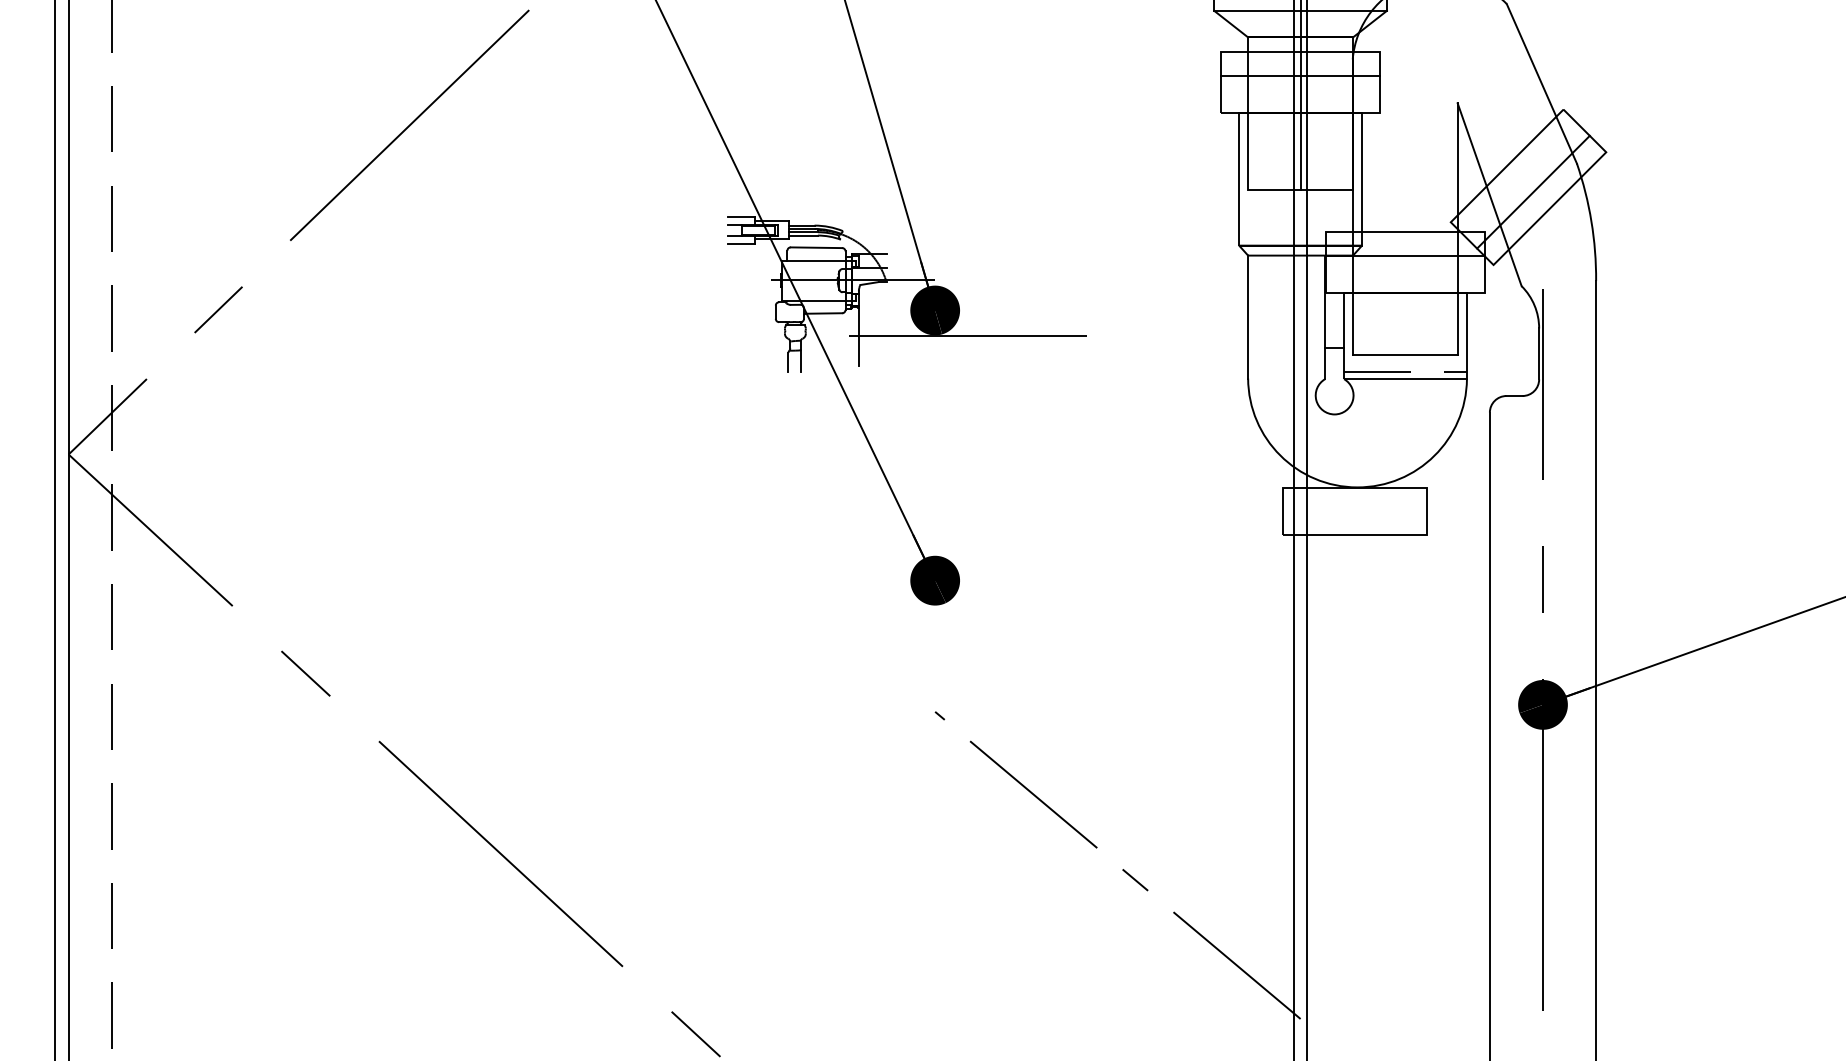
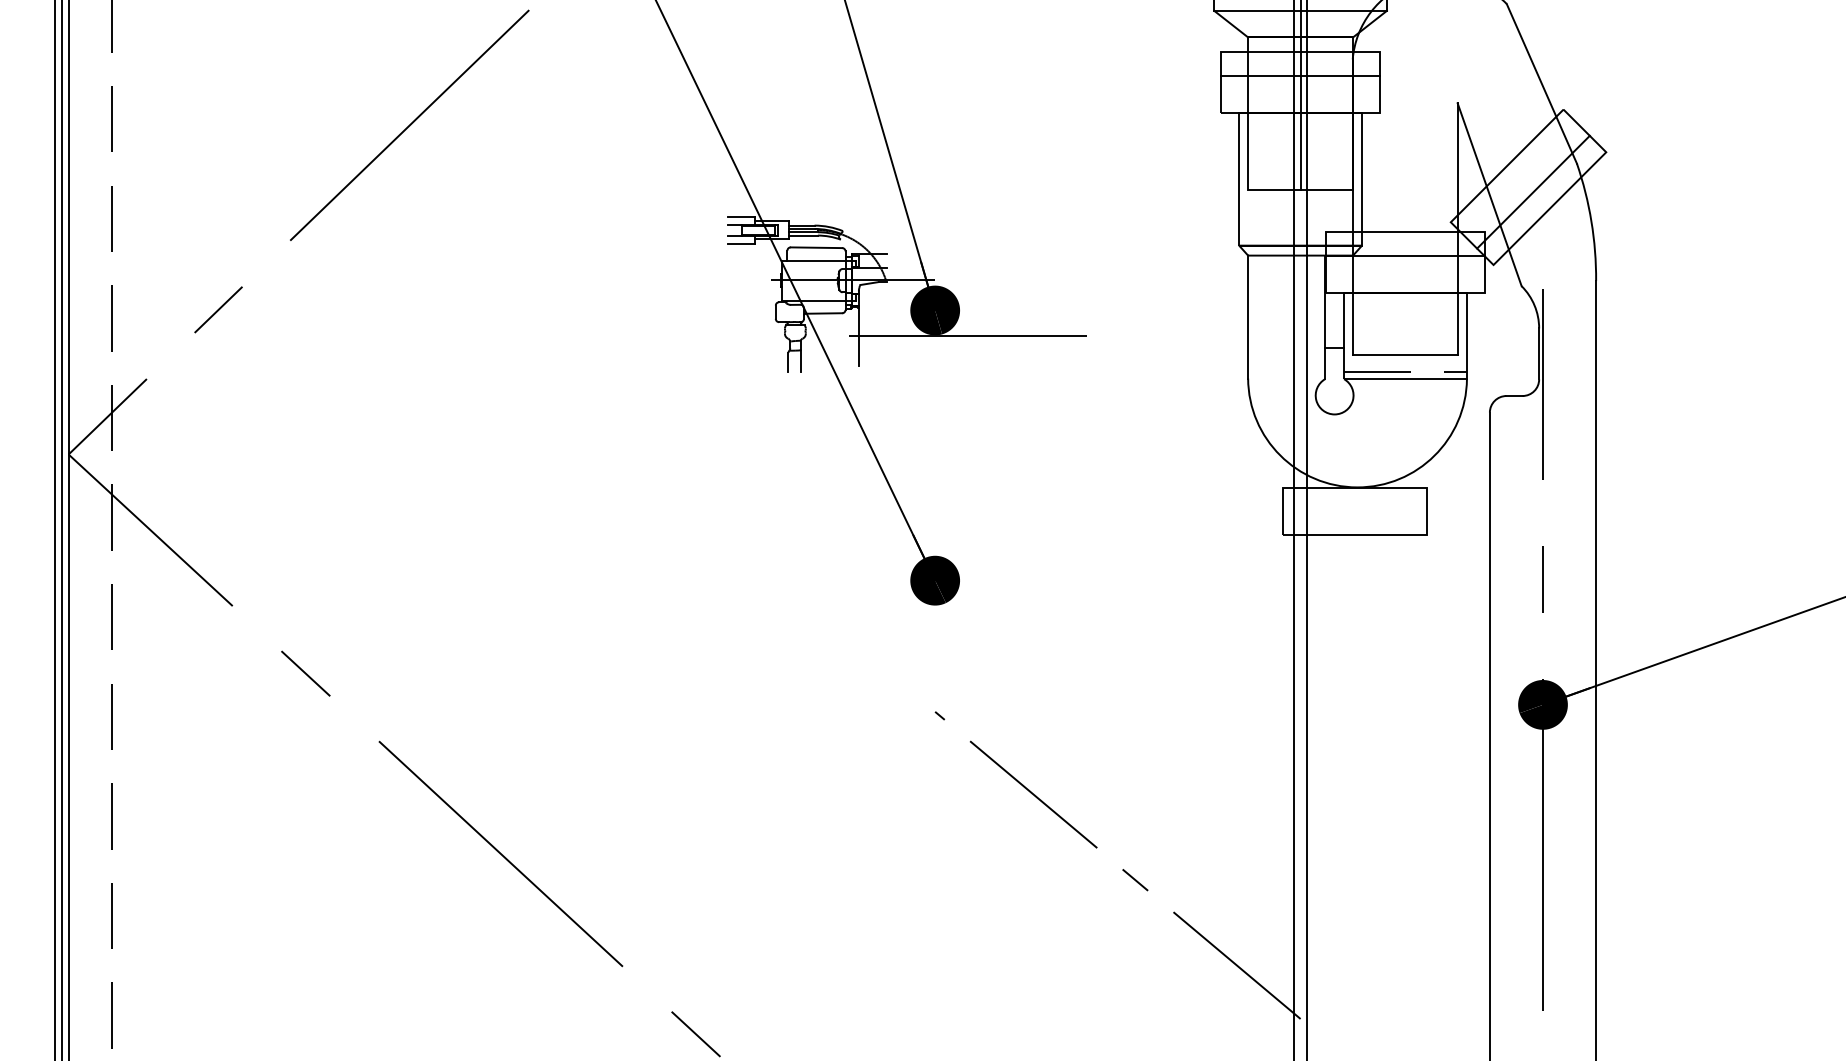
line at (62, 529): none -> present
